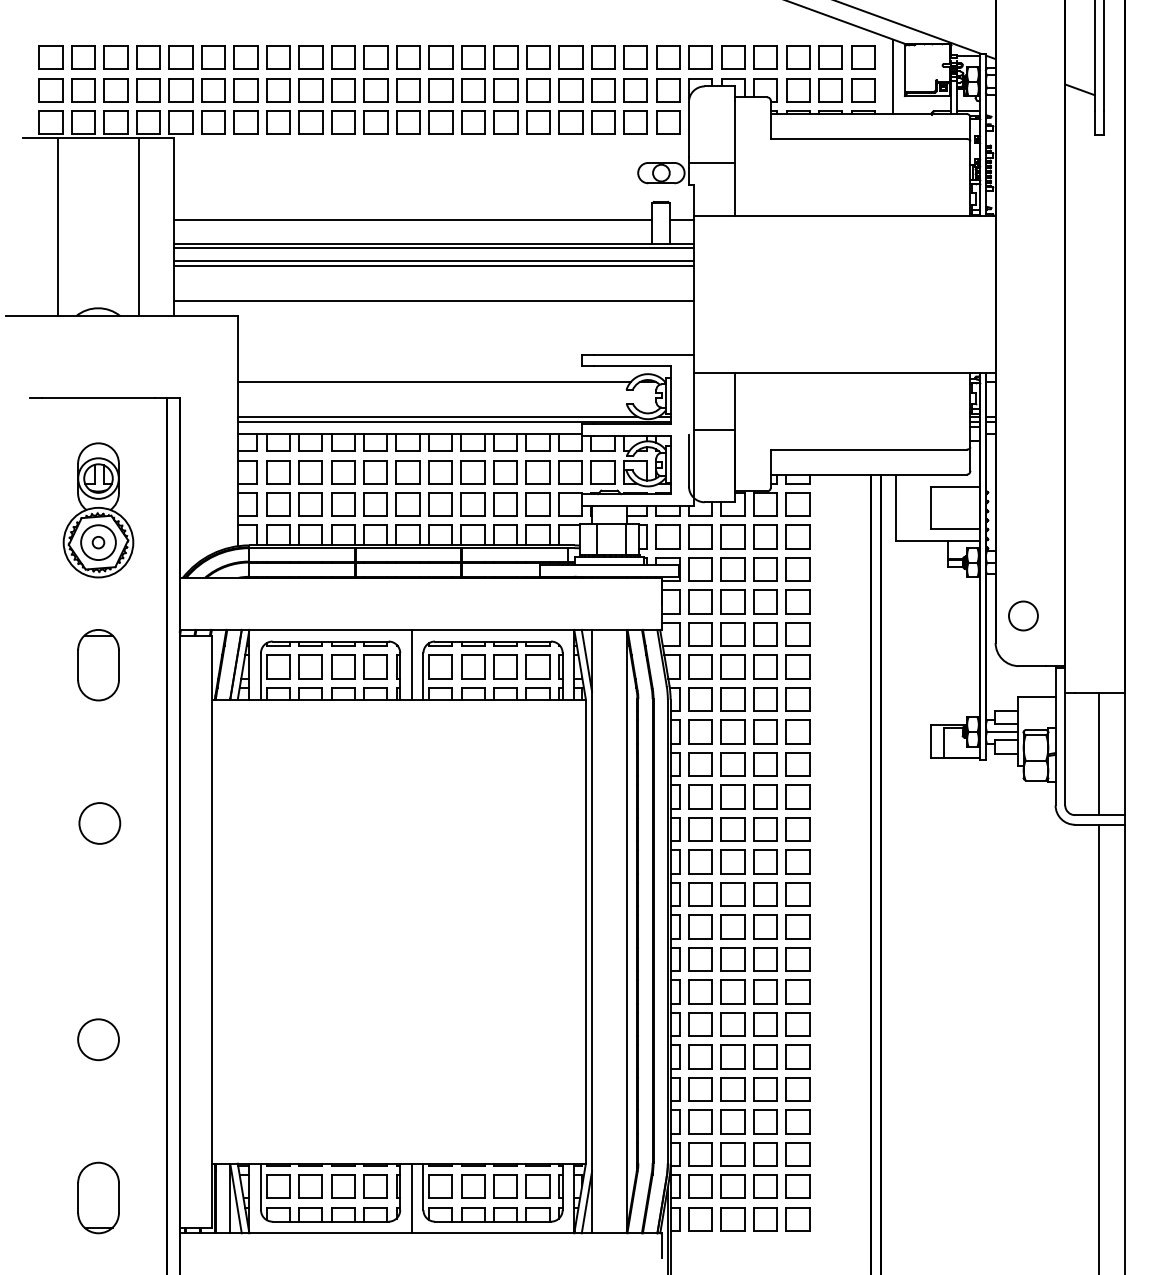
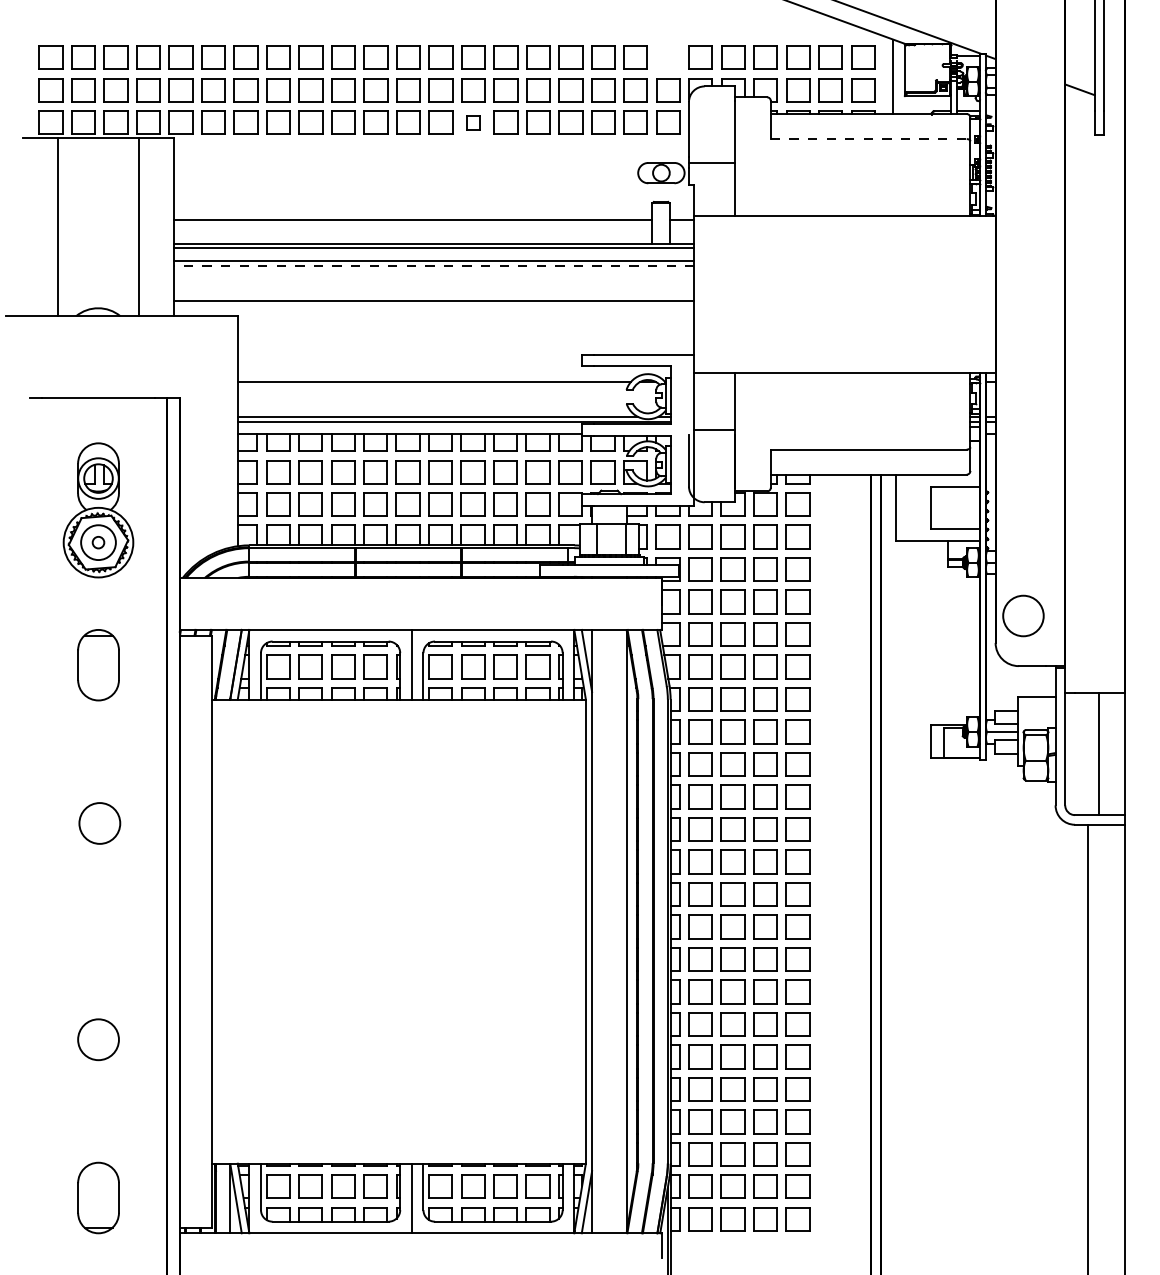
part at (668, 57): present -> none
part at (473, 122) size: 25x25 px -> 15x16 px
line at (868, 139): solid -> dashed
line at (433, 265): solid -> dashed
circle at (1022, 615) diameter: 29 px -> 41 px
line at (1099, 1047) position: (1099, 1047) -> (1088, 1047)
